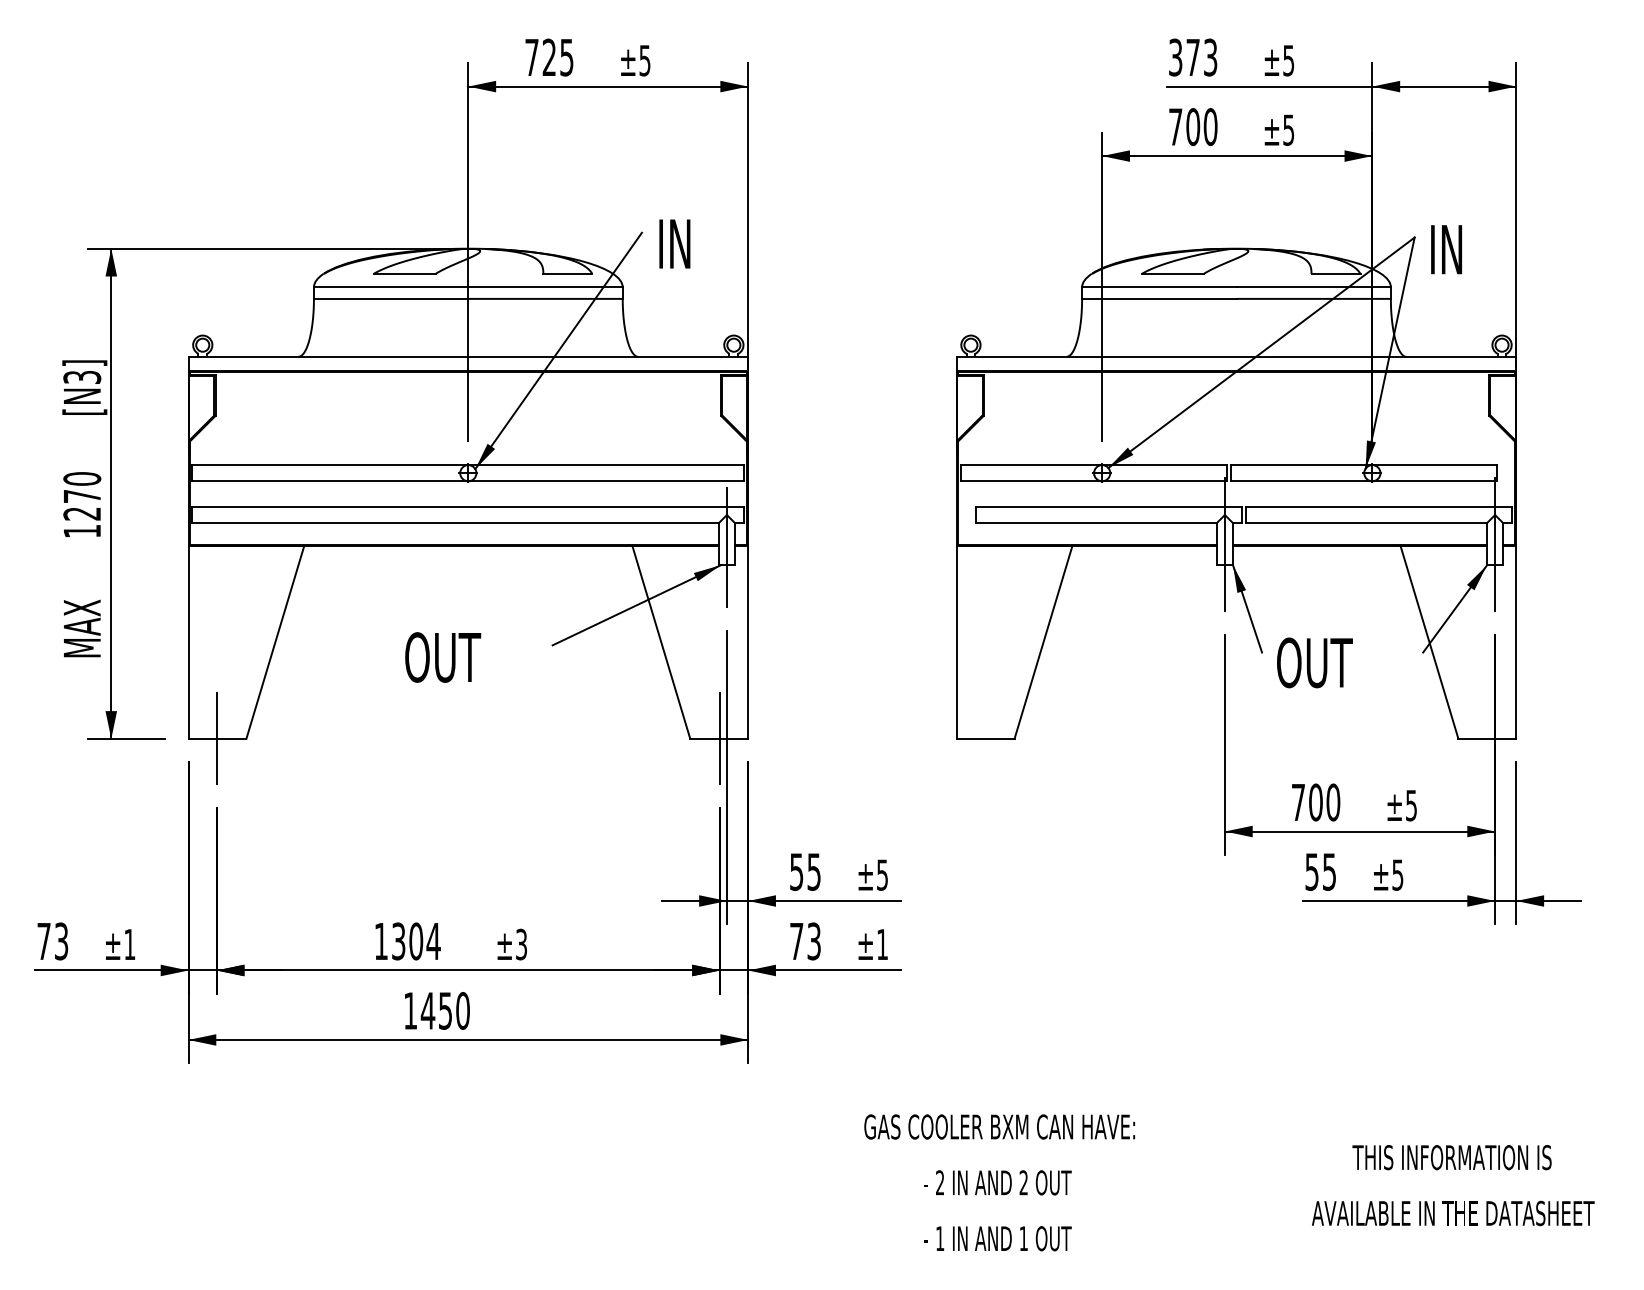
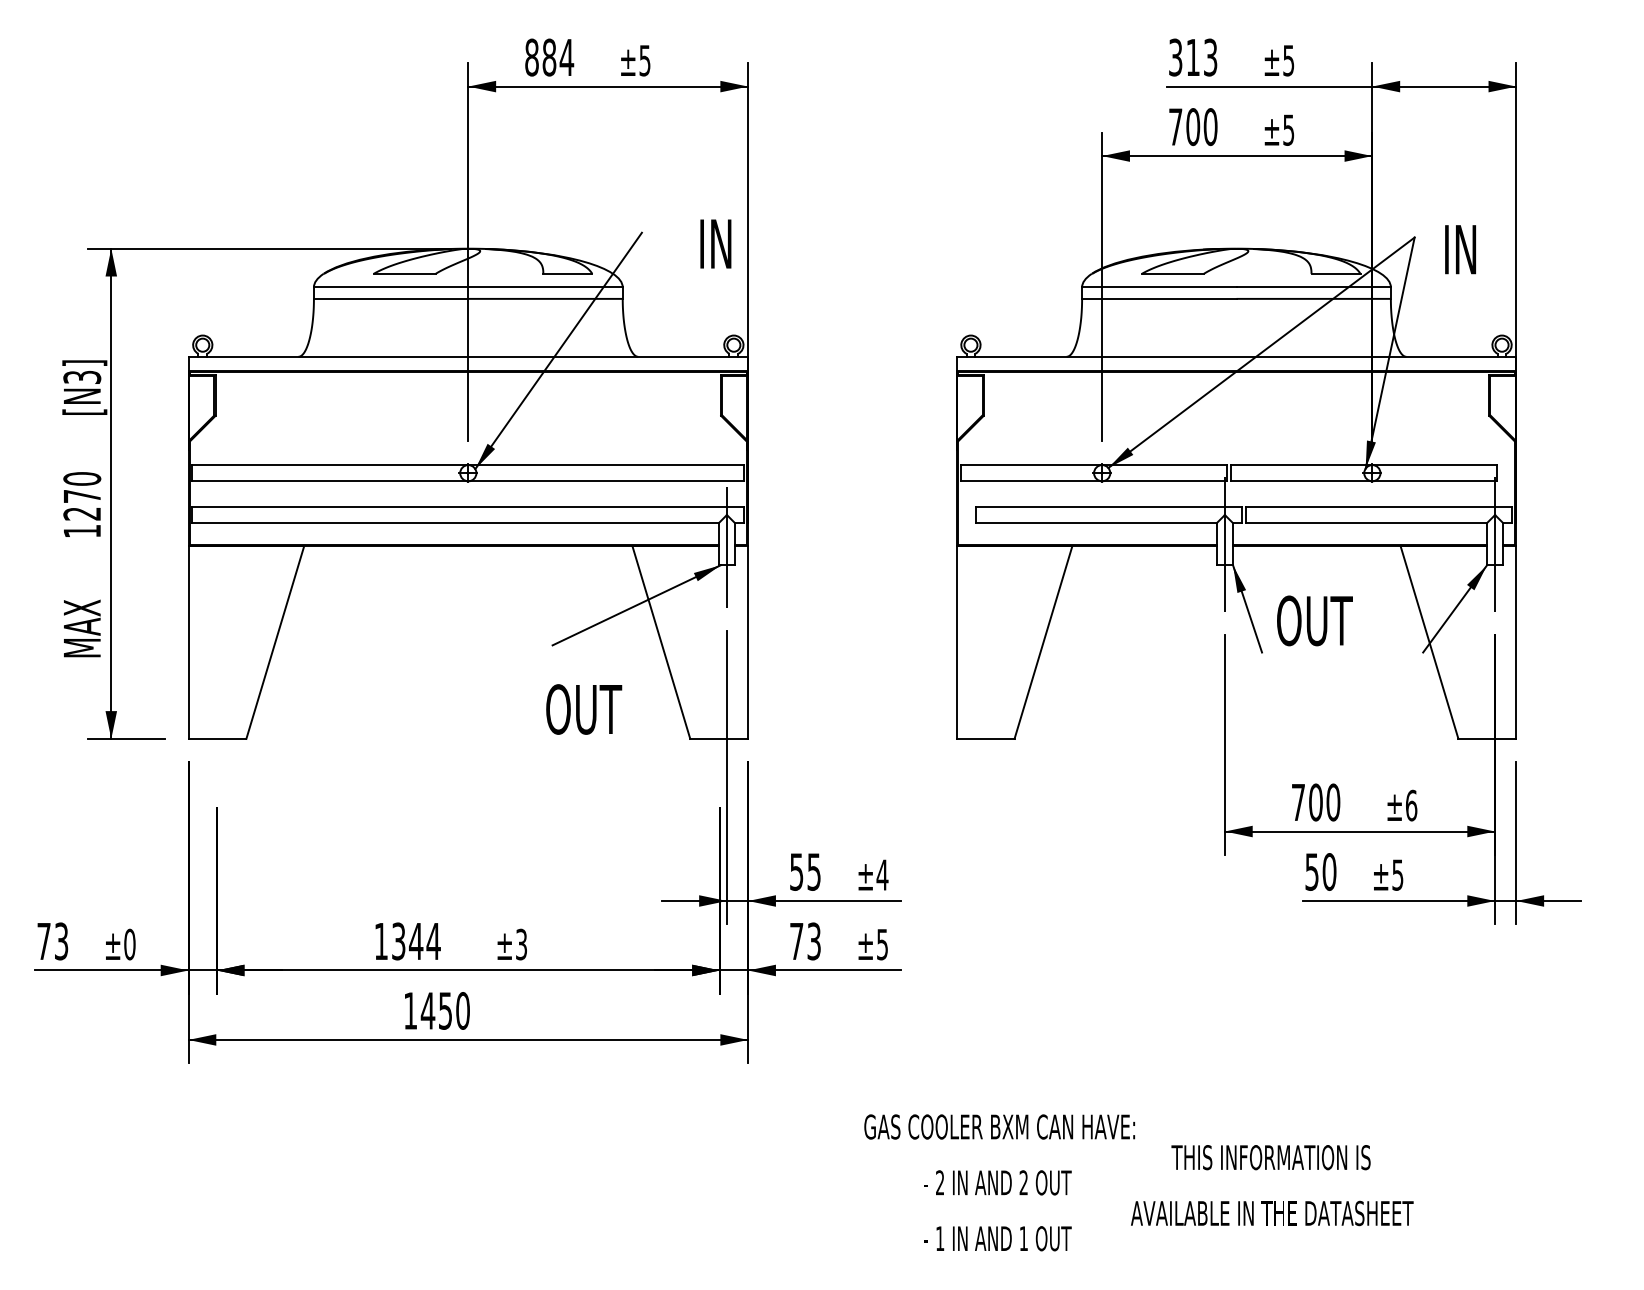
text at (549, 57): 725 -> 884
text at (1192, 57): 373 -> 313
text at (674, 243) position: (674, 243) -> (715, 243)
text at (1446, 249) position: (1446, 249) -> (1460, 249)
text at (443, 657) position: (443, 657) -> (584, 709)
text at (1314, 662) position: (1314, 662) -> (1314, 620)
line at (216, 738): present -> none
line at (719, 738): present -> none
text at (1411, 805): ±5 -> ±6
text at (1329, 871): 55 -> 50
text at (882, 874): ±5 -> ±4
text at (416, 941): 1304 -> 1344
text at (129, 944): ±1 -> ±0
text at (882, 944): ±1 -> ±5
text at (1453, 1185) position: (1453, 1185) -> (1272, 1185)
